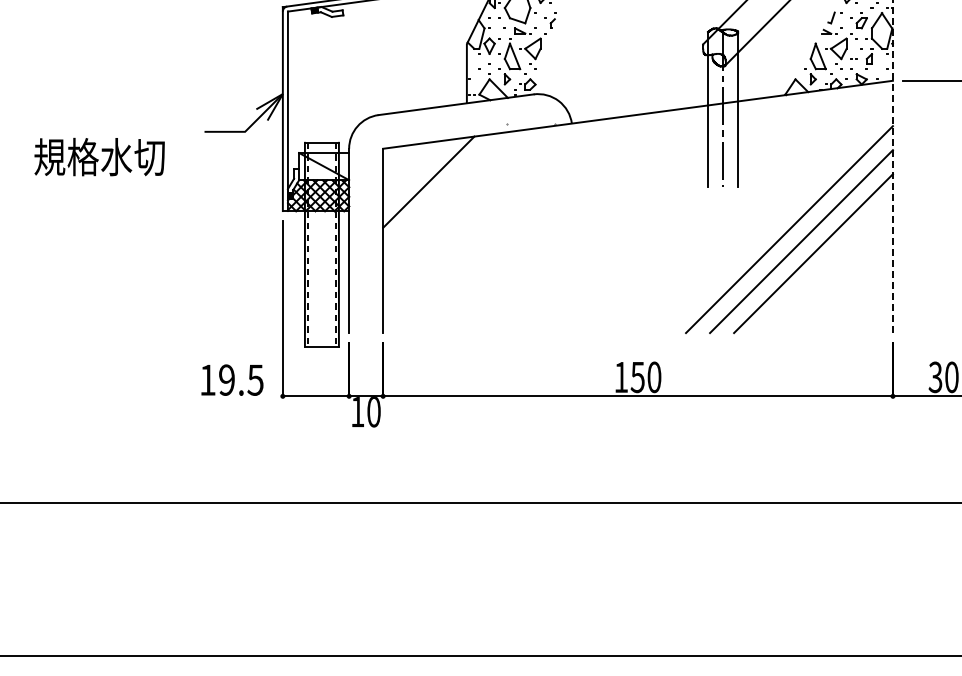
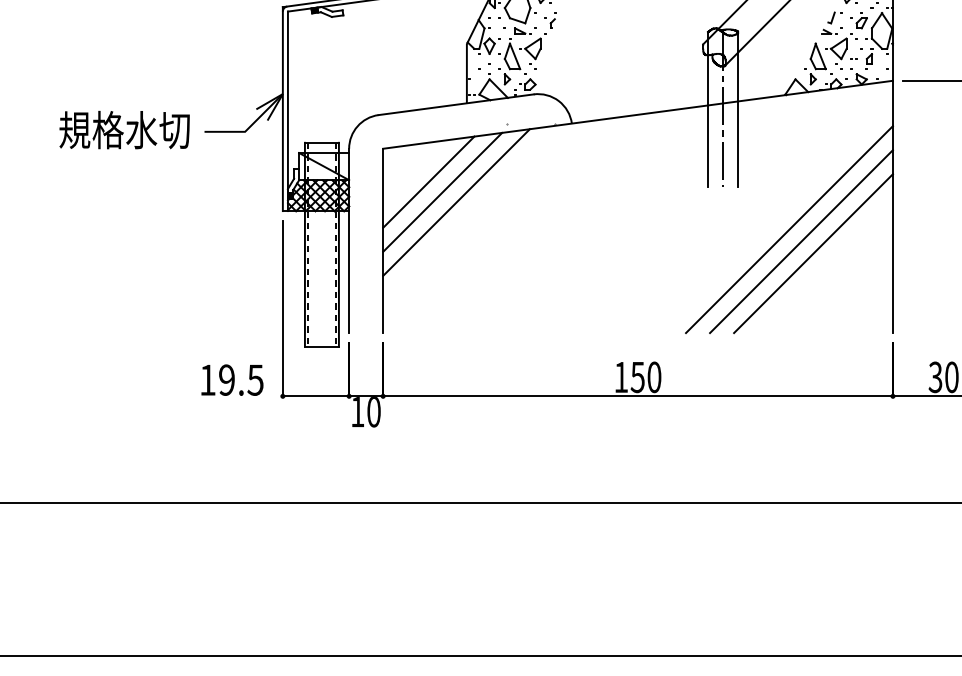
text at (99, 156) position: (99, 156) -> (124, 129)
line at (892, 166): dashed -> solid
line at (442, 191): none -> present
line at (456, 202): none -> present
